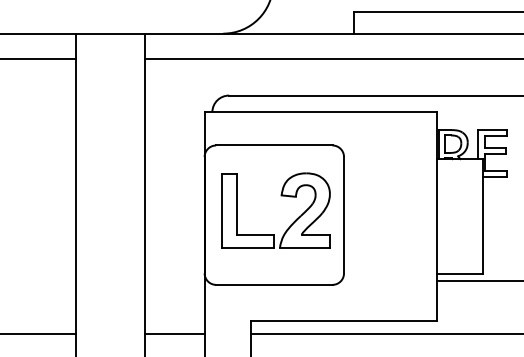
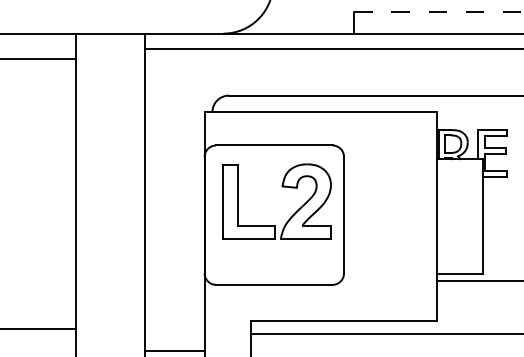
line at (438, 12): solid -> dashed
line at (332, 58) position: (332, 58) -> (332, 48)
part at (281, 196) position: (281, 196) -> (282, 187)
line at (38, 334) position: (38, 334) -> (38, 329)
line at (174, 334) position: (174, 334) -> (174, 351)
